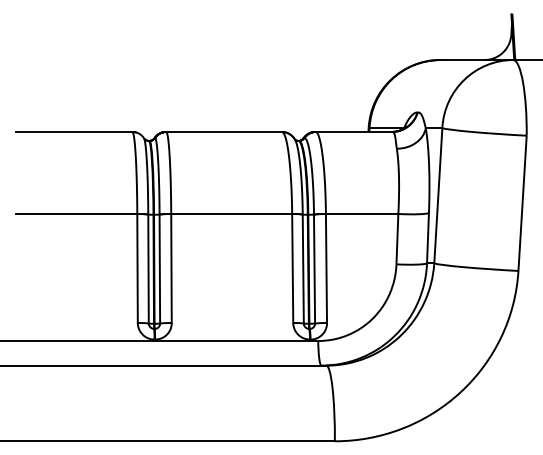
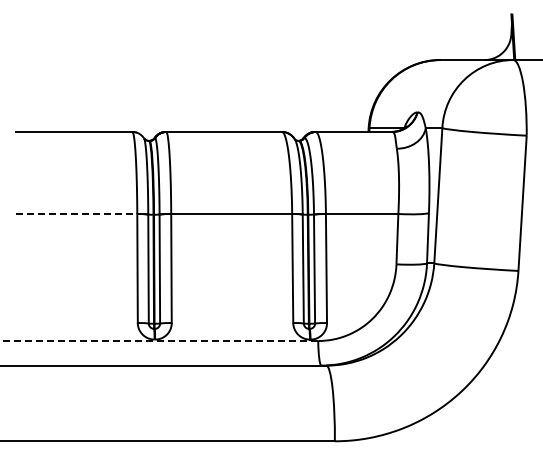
line at (76, 213): solid -> dashed
line at (159, 341): solid -> dashed
